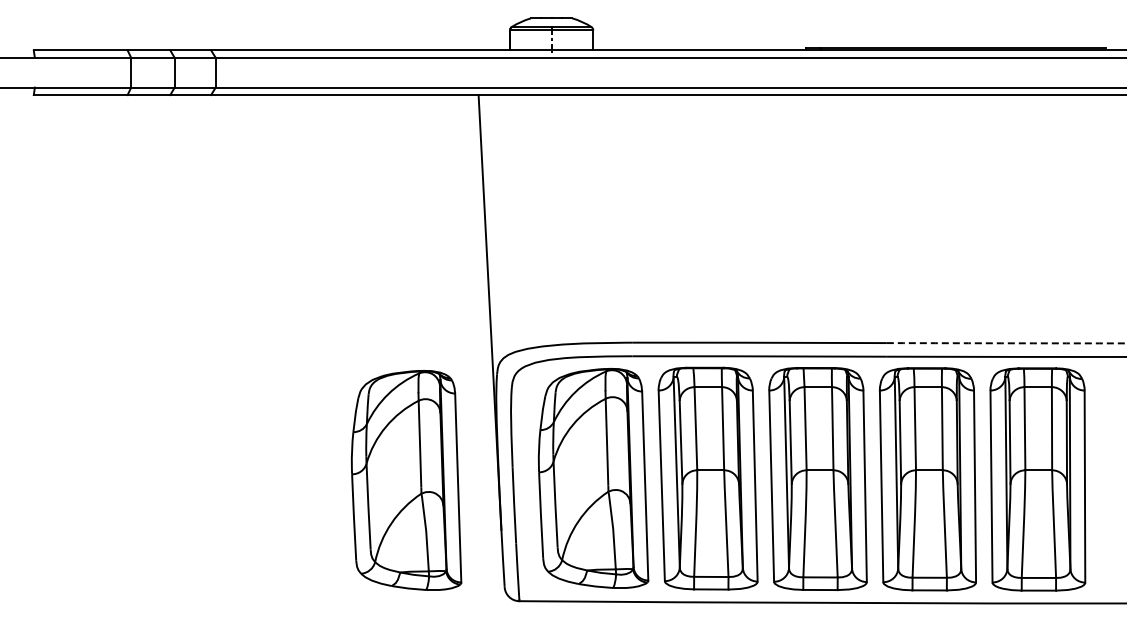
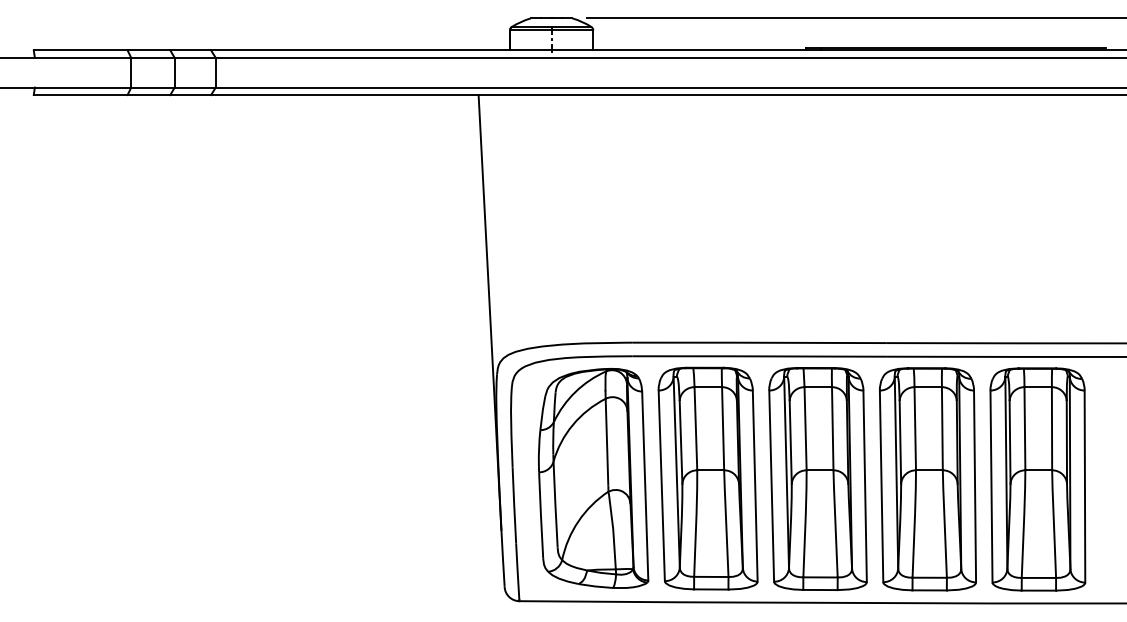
line at (855, 18): none -> present
arc at (1007, 343): dashed -> solid
part at (406, 480): present -> none
